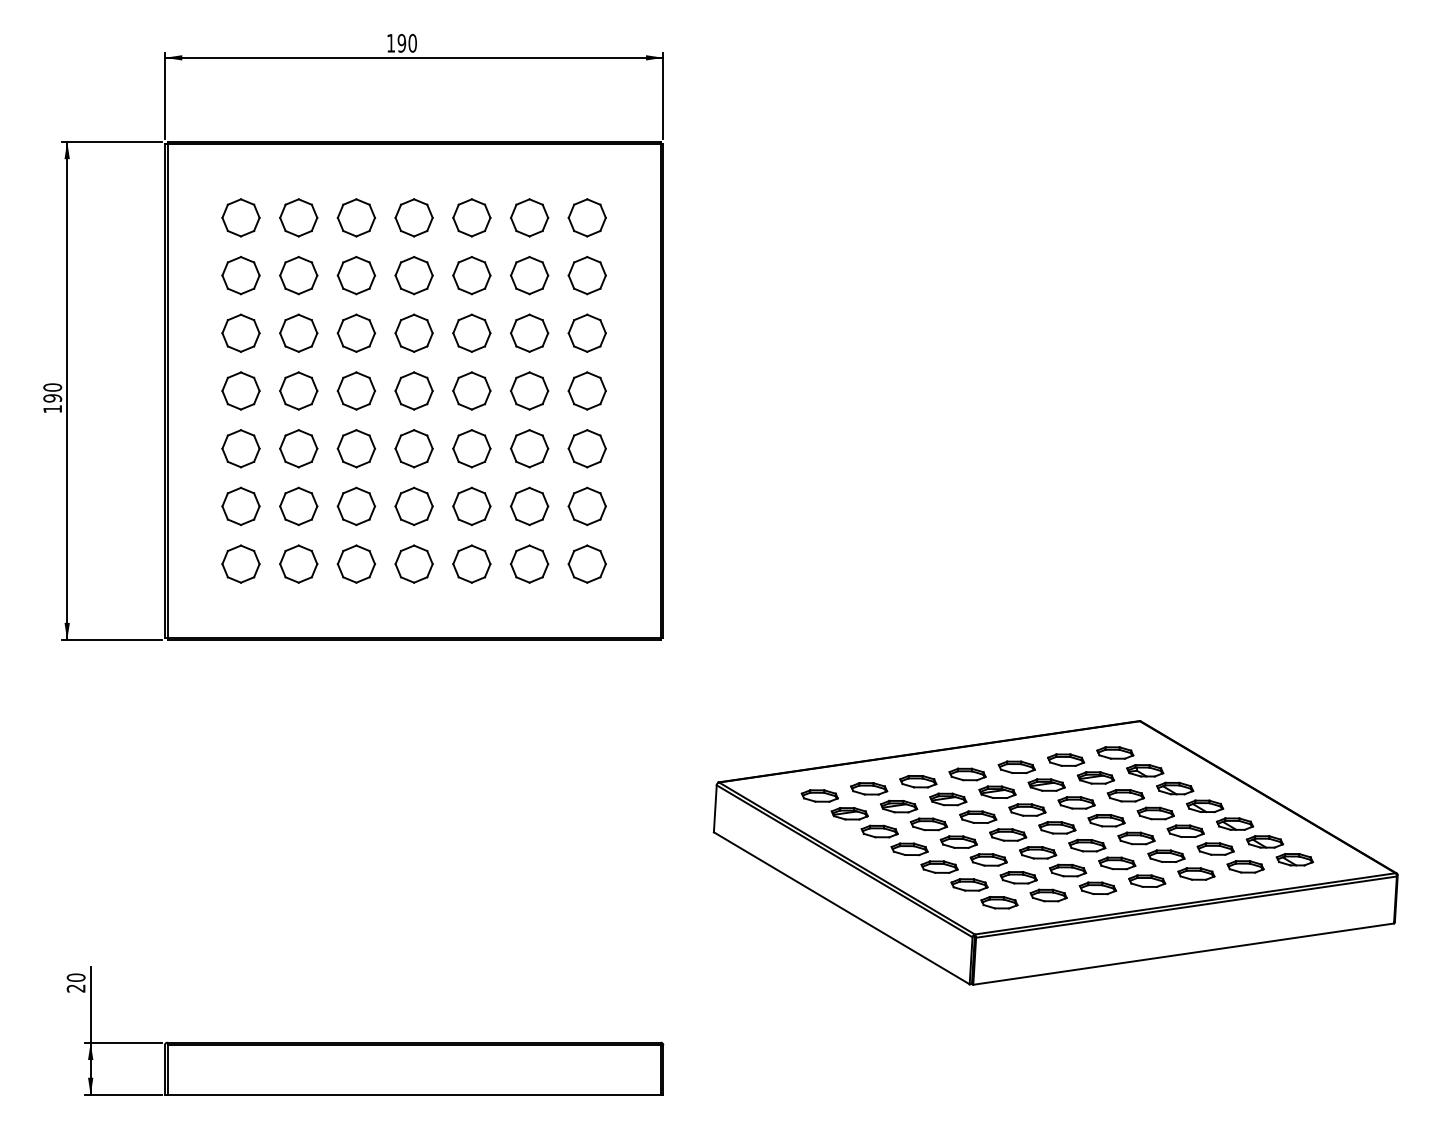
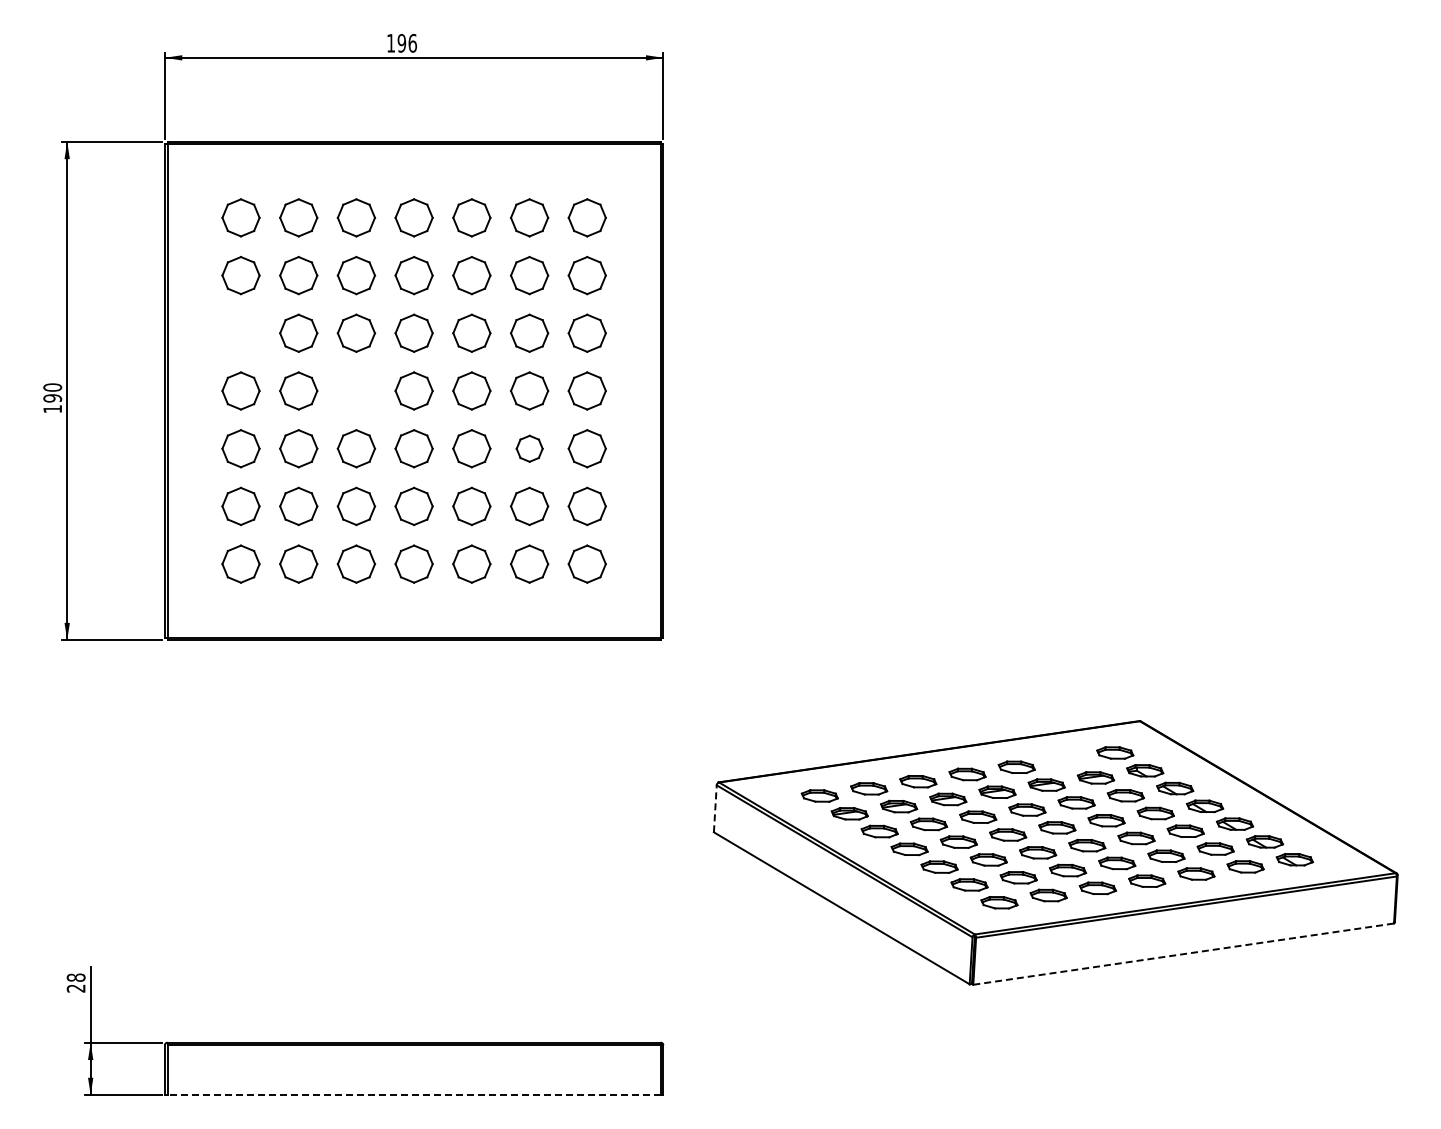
text at (412, 42): 190 -> 196
part at (240, 332): present -> none
part at (355, 390): present -> none
part at (529, 448) size: 40x40 px -> 29x29 px
part at (1066, 759): present -> none
line at (715, 808): solid -> dashed
line at (1183, 954): solid -> dashed
text at (76, 977): 20 -> 28
line at (414, 1095): solid -> dashed
